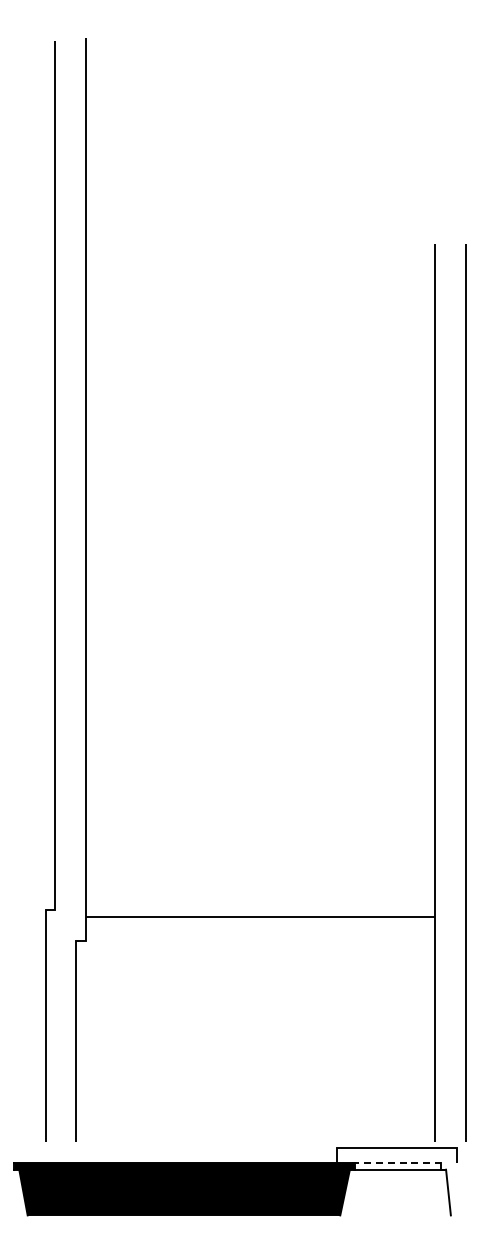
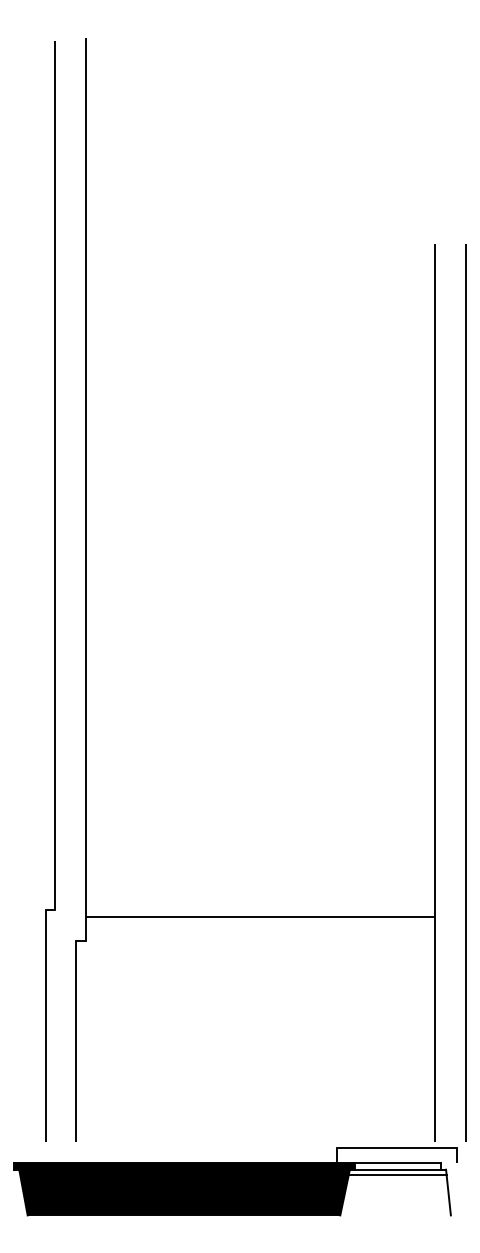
line at (397, 1162): dashed -> solid
line at (397, 1174): none -> present
